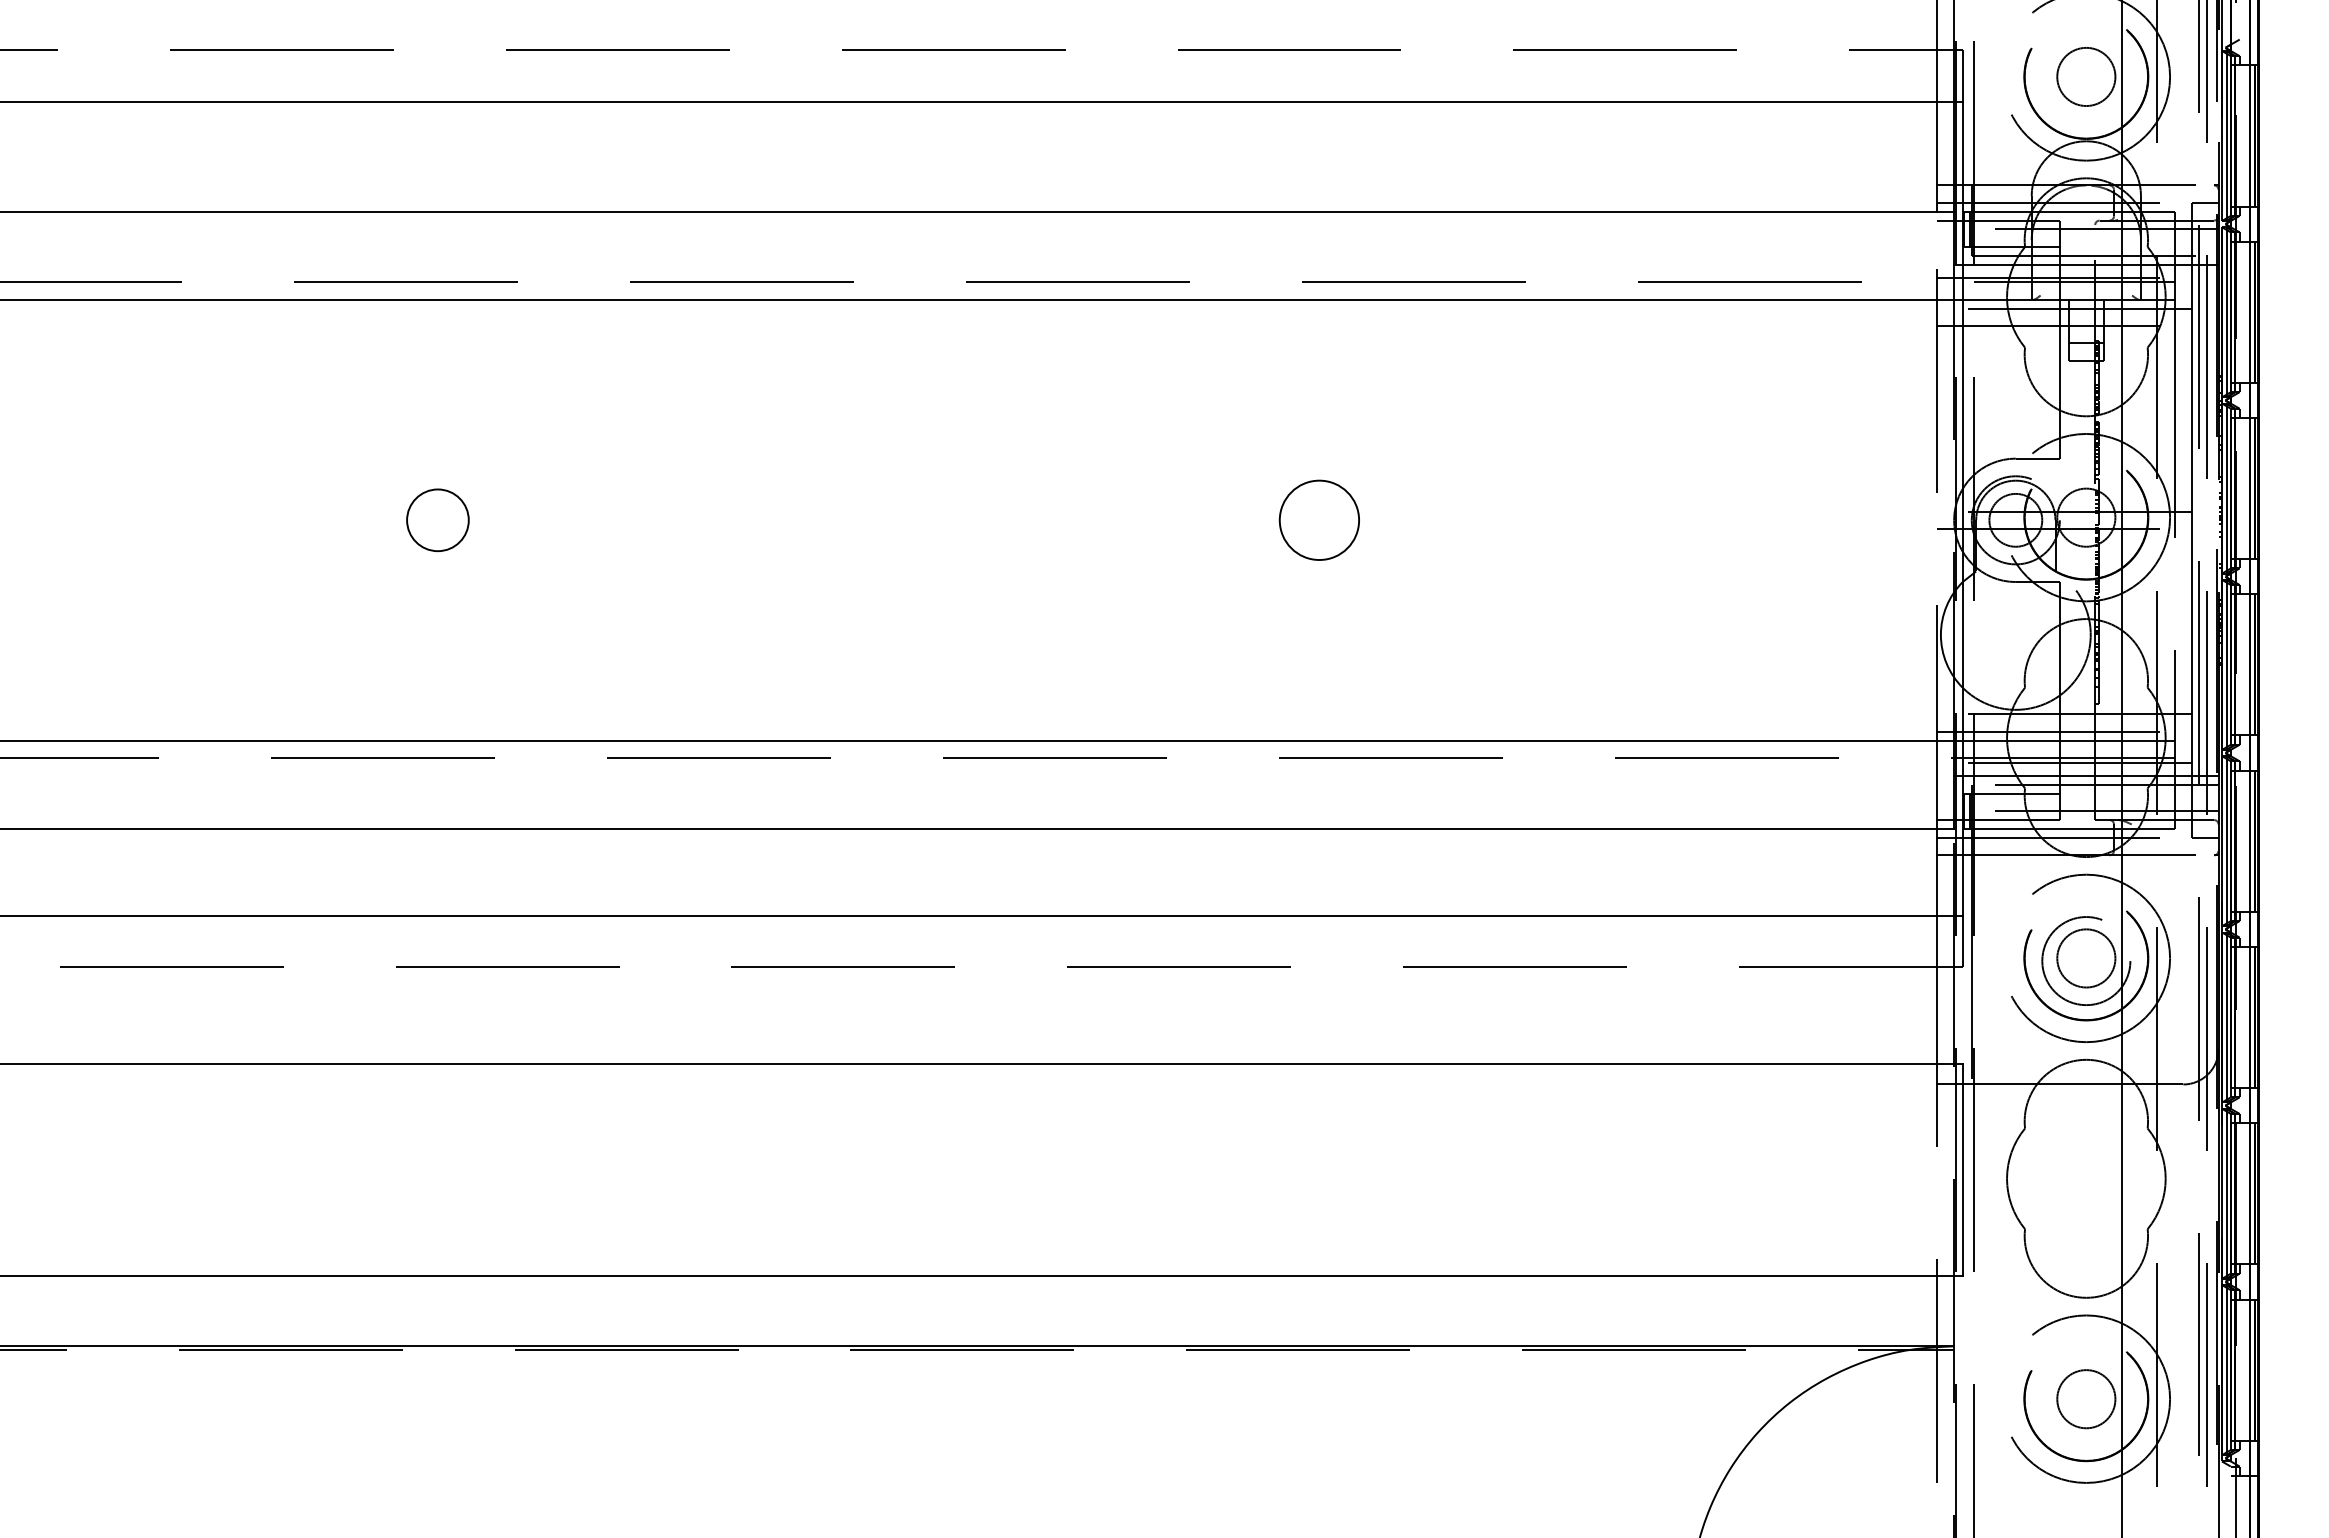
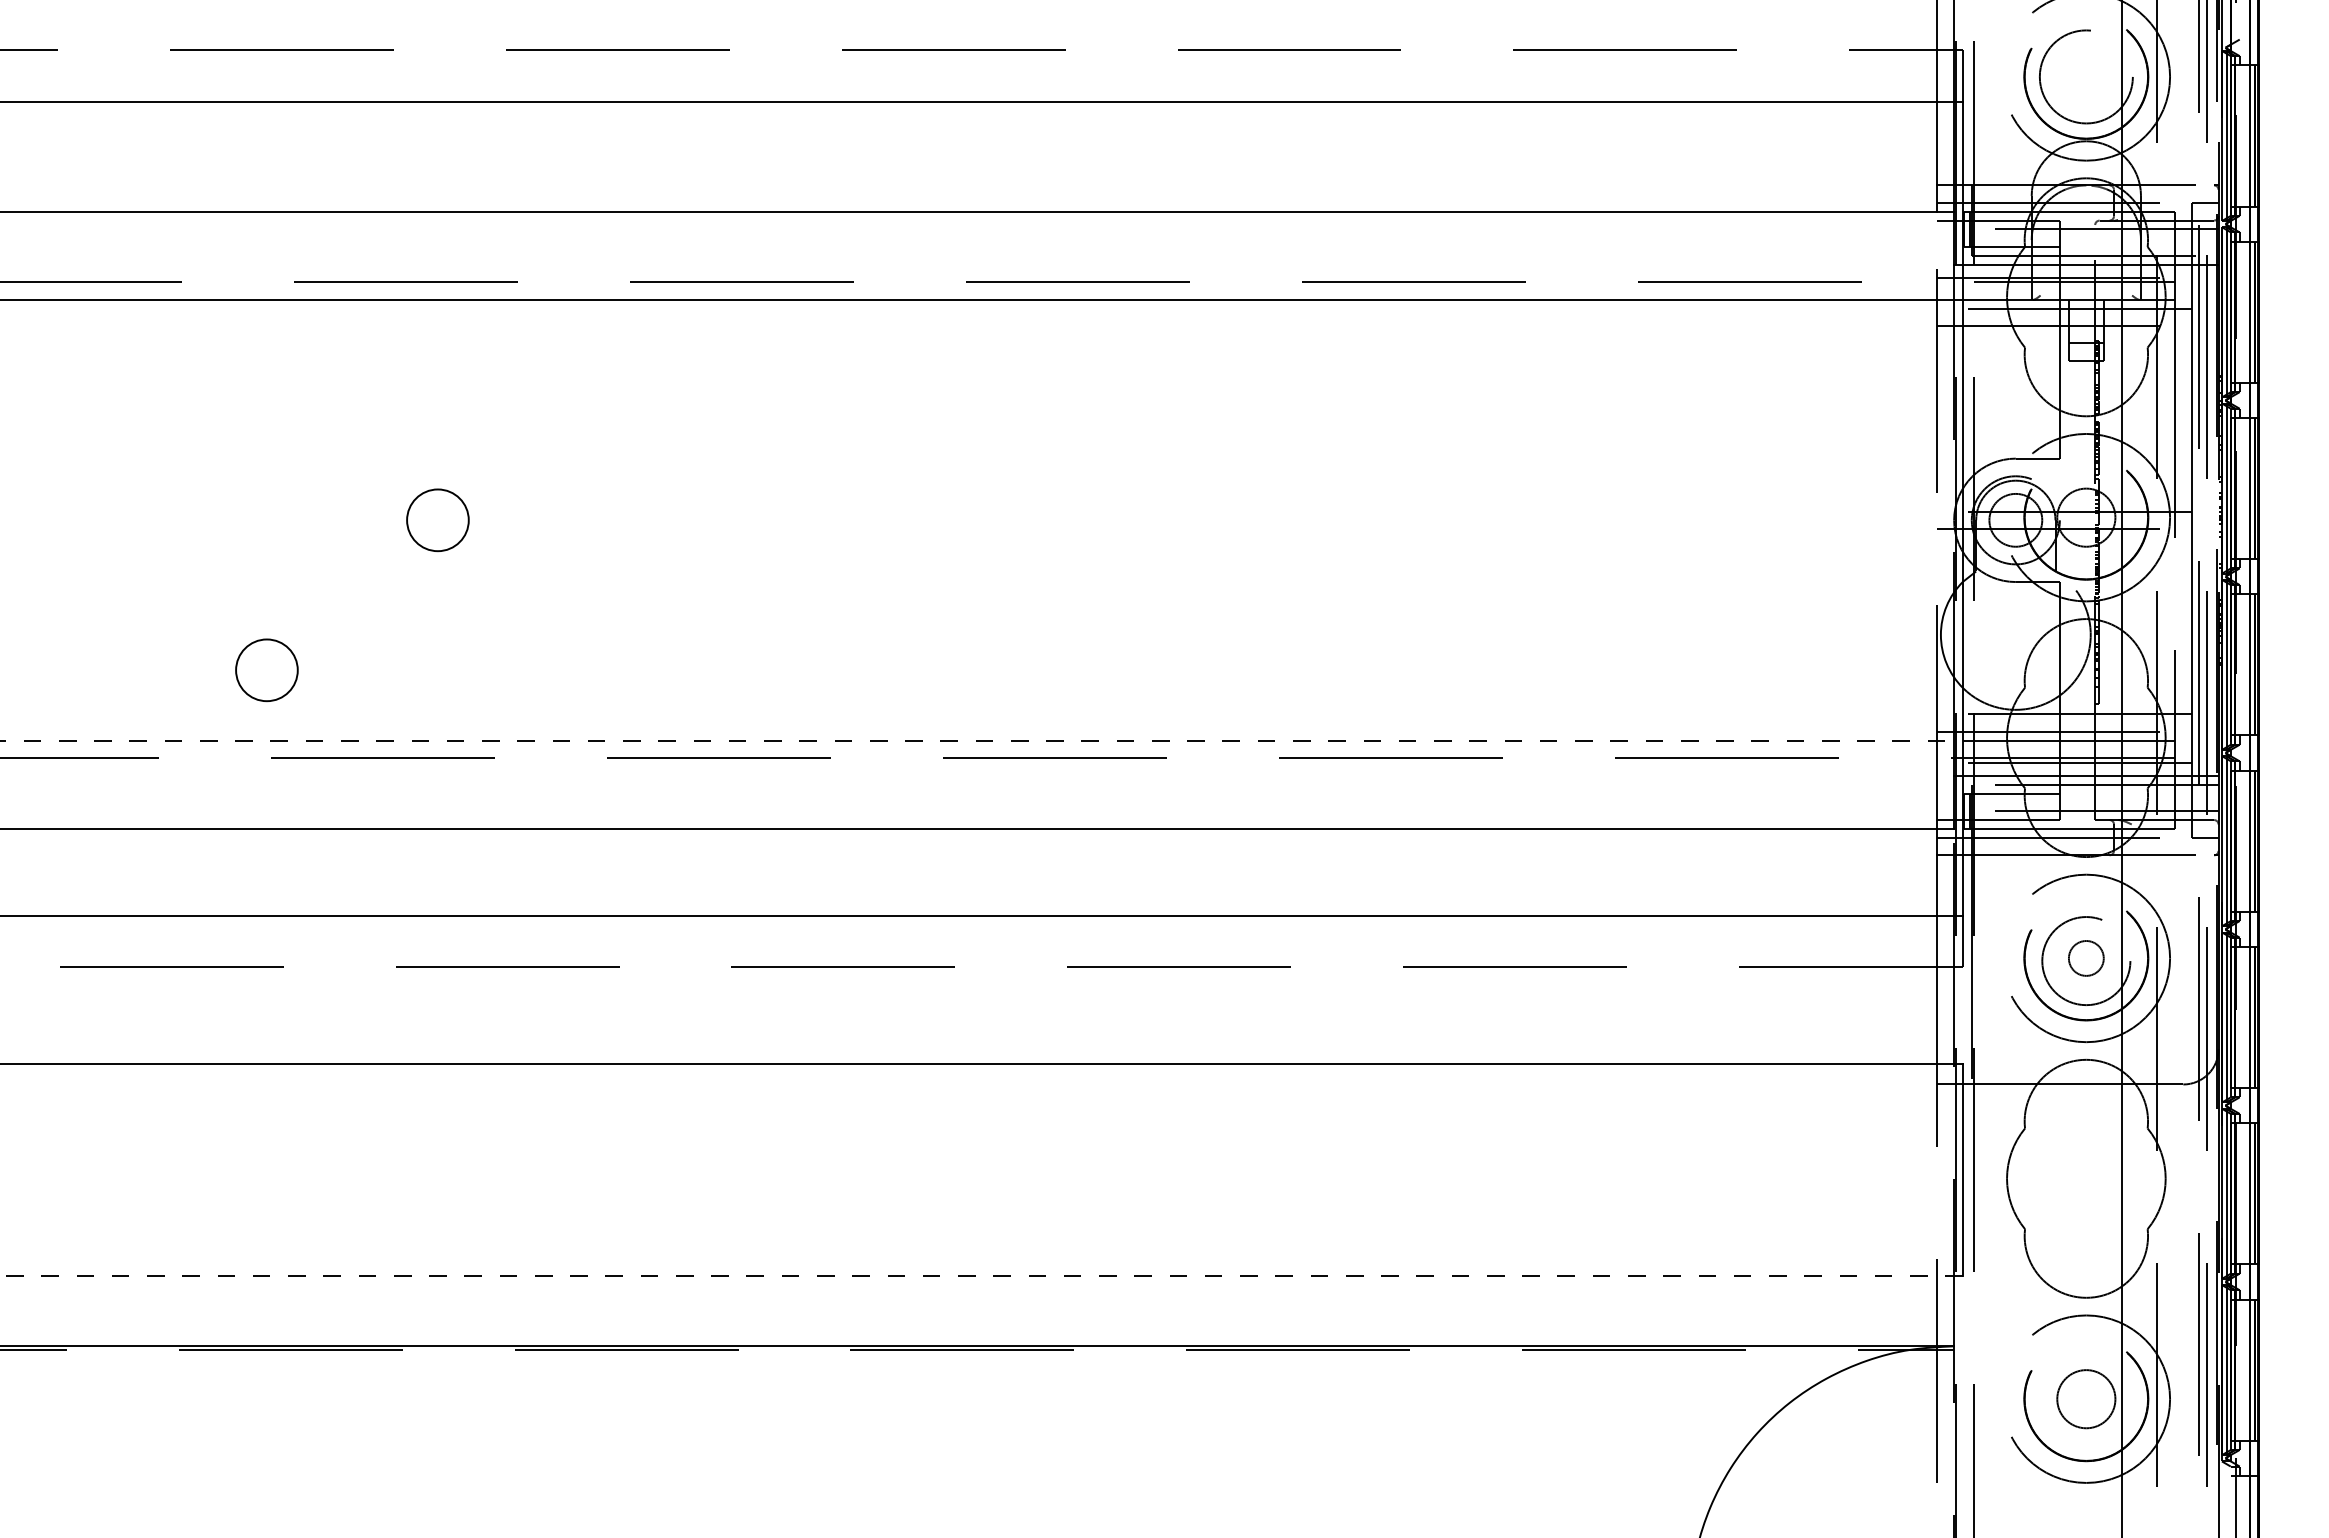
circle at (2086, 76) diameter: 58 px -> 93 px
circle at (1318, 519): present -> none
circle at (266, 670): none -> present
line at (982, 740): solid -> dashed
circle at (2086, 958) diameter: 58 px -> 35 px
line at (981, 1275): solid -> dashed
